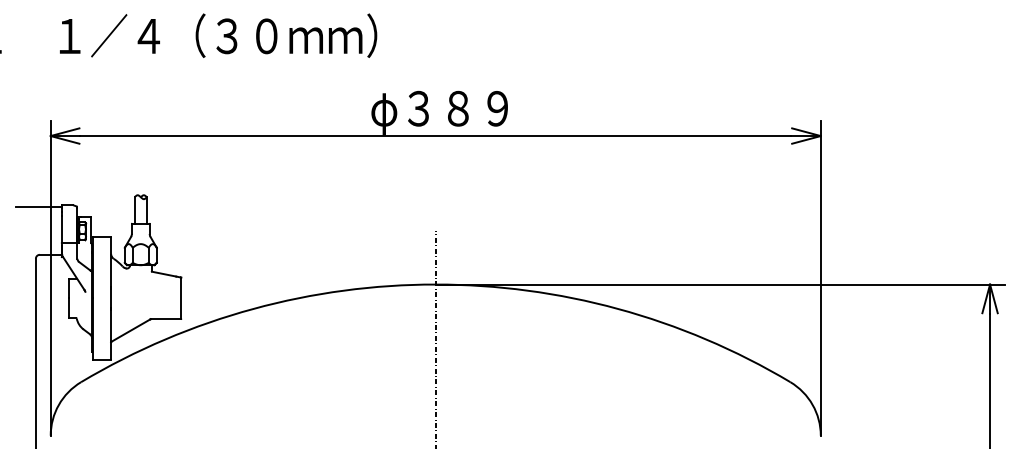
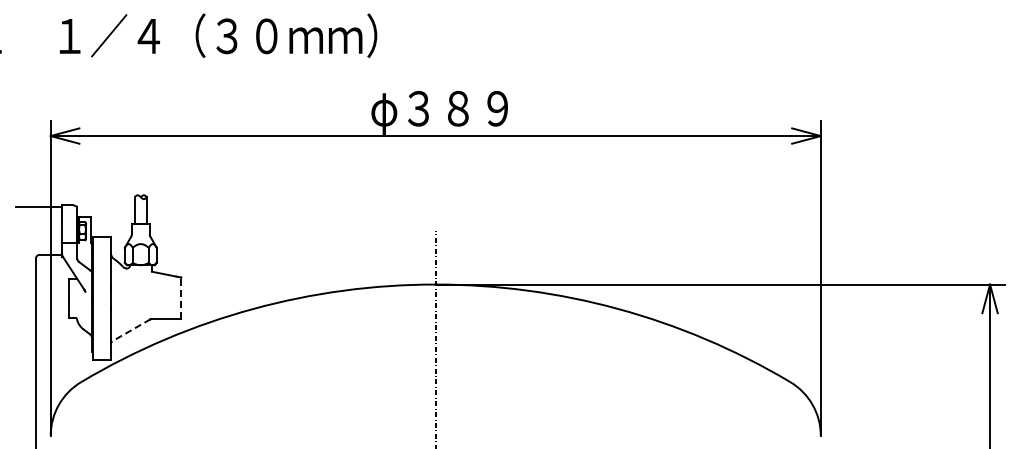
line at (181, 297): solid -> dashed
line at (130, 330): solid -> dashed
